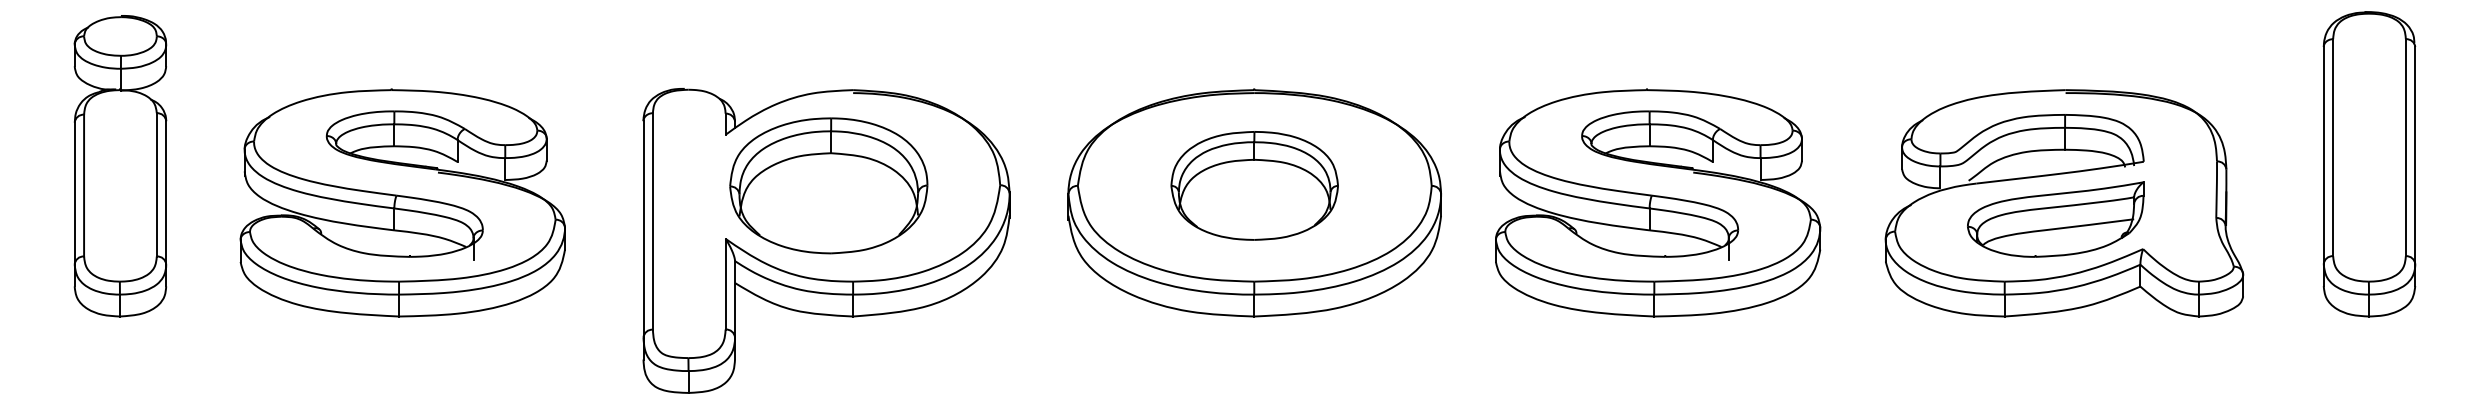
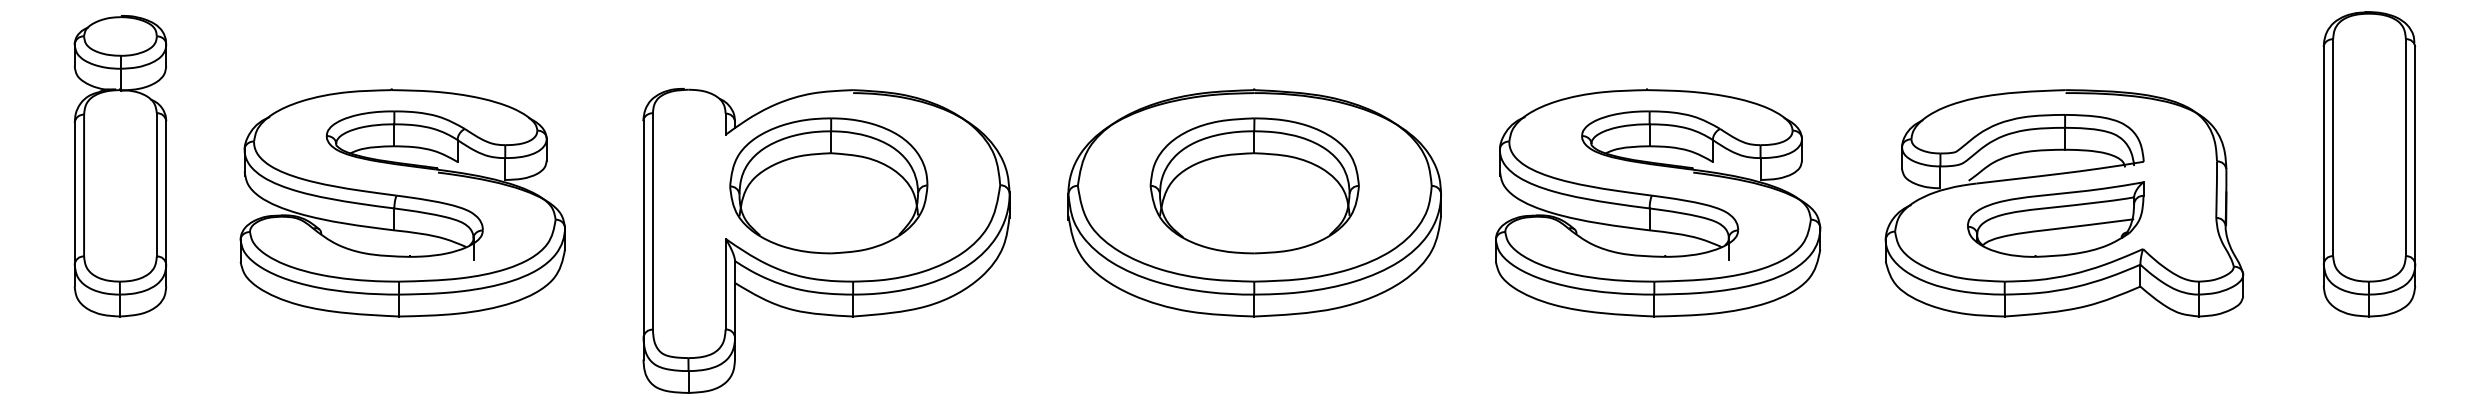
part at (1254, 185) size: 169x110 px -> 211x138 px
